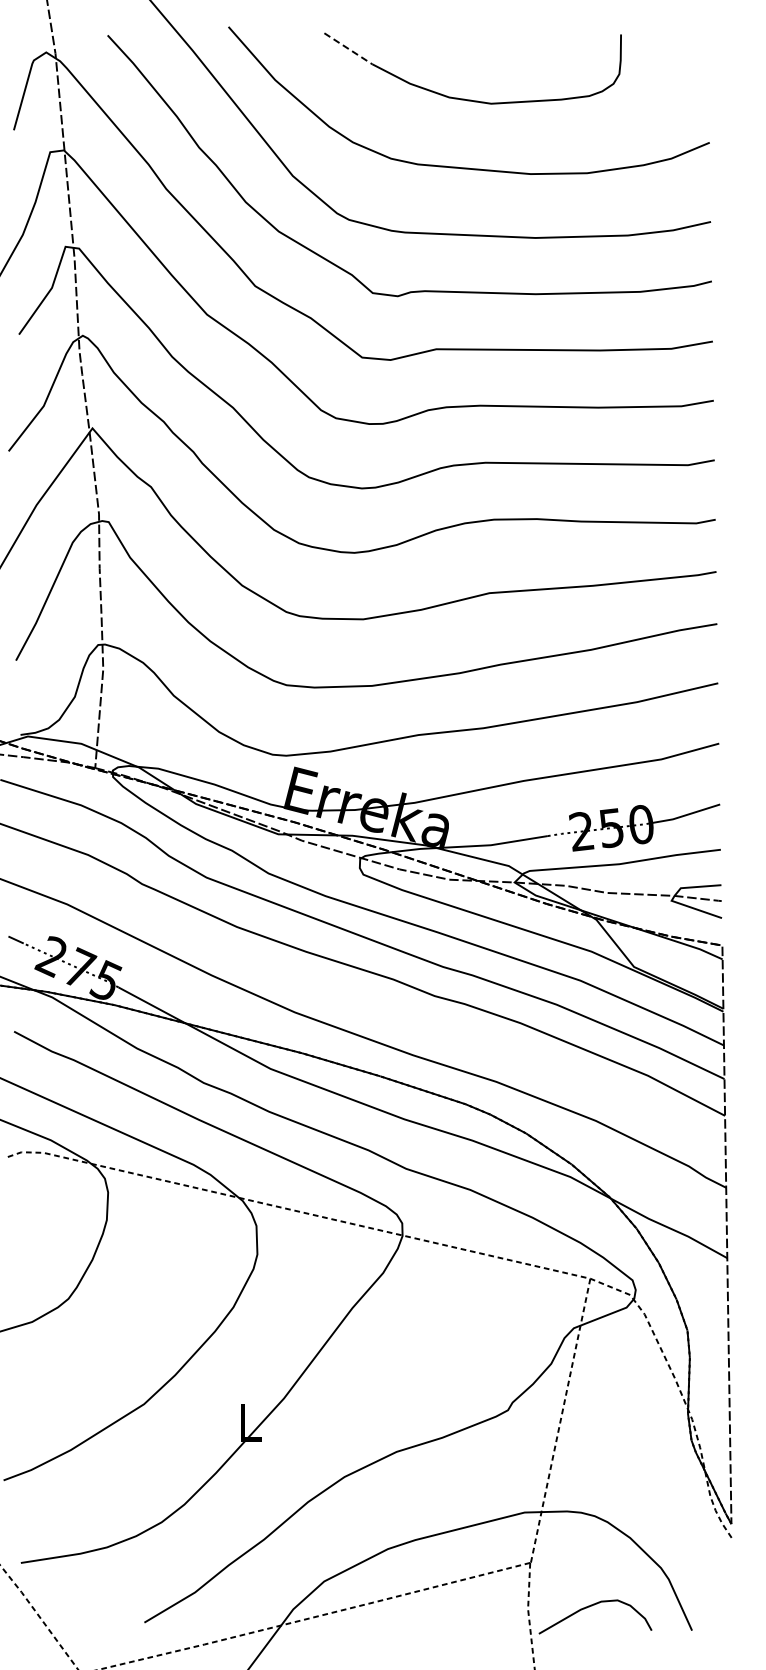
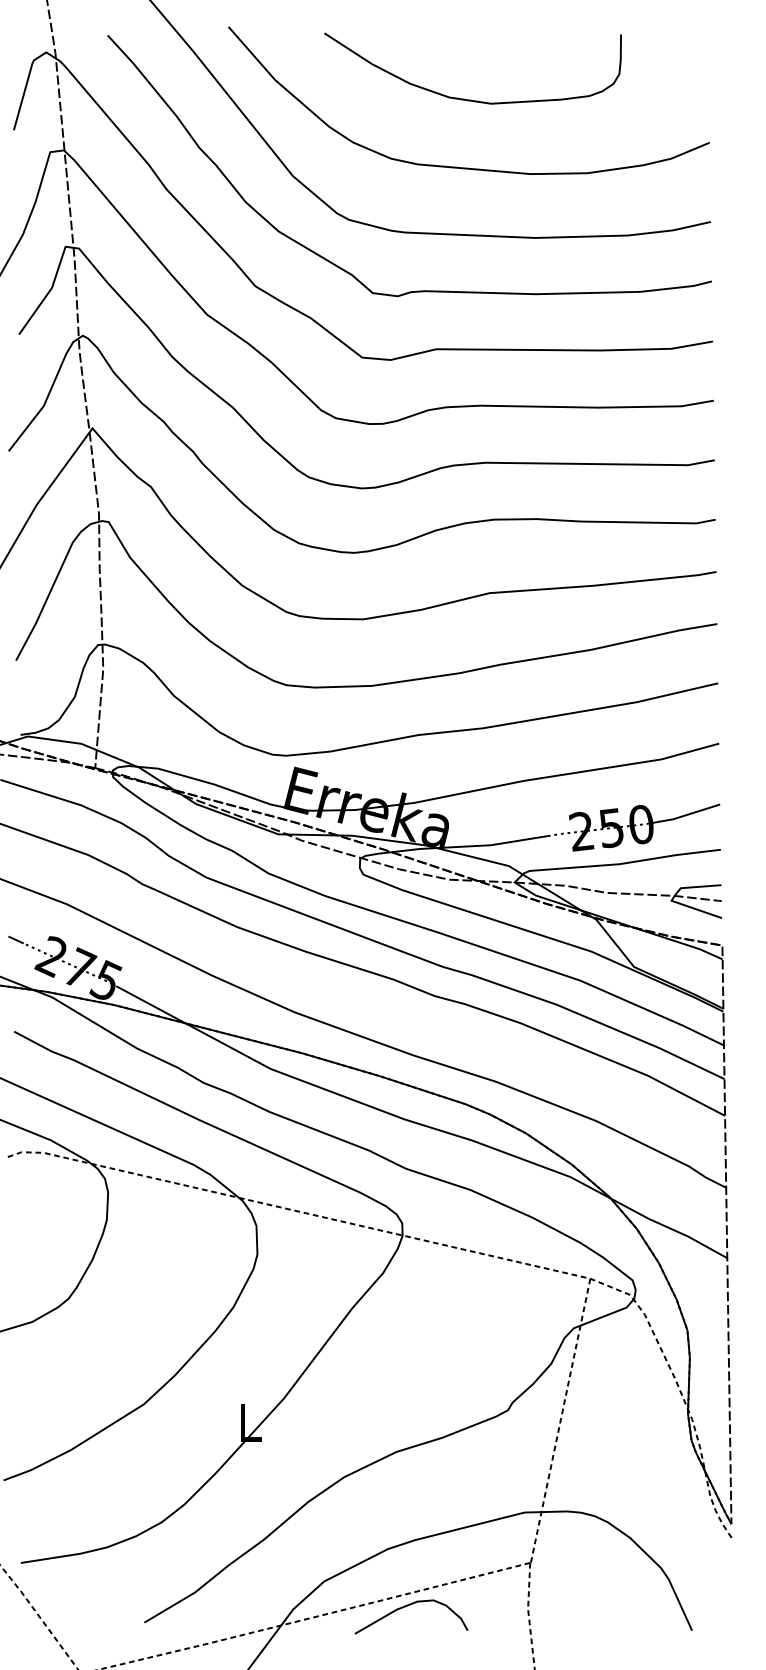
line at (348, 48): dashed -> solid
curve at (592, 1606) position: (592, 1606) -> (408, 1606)
